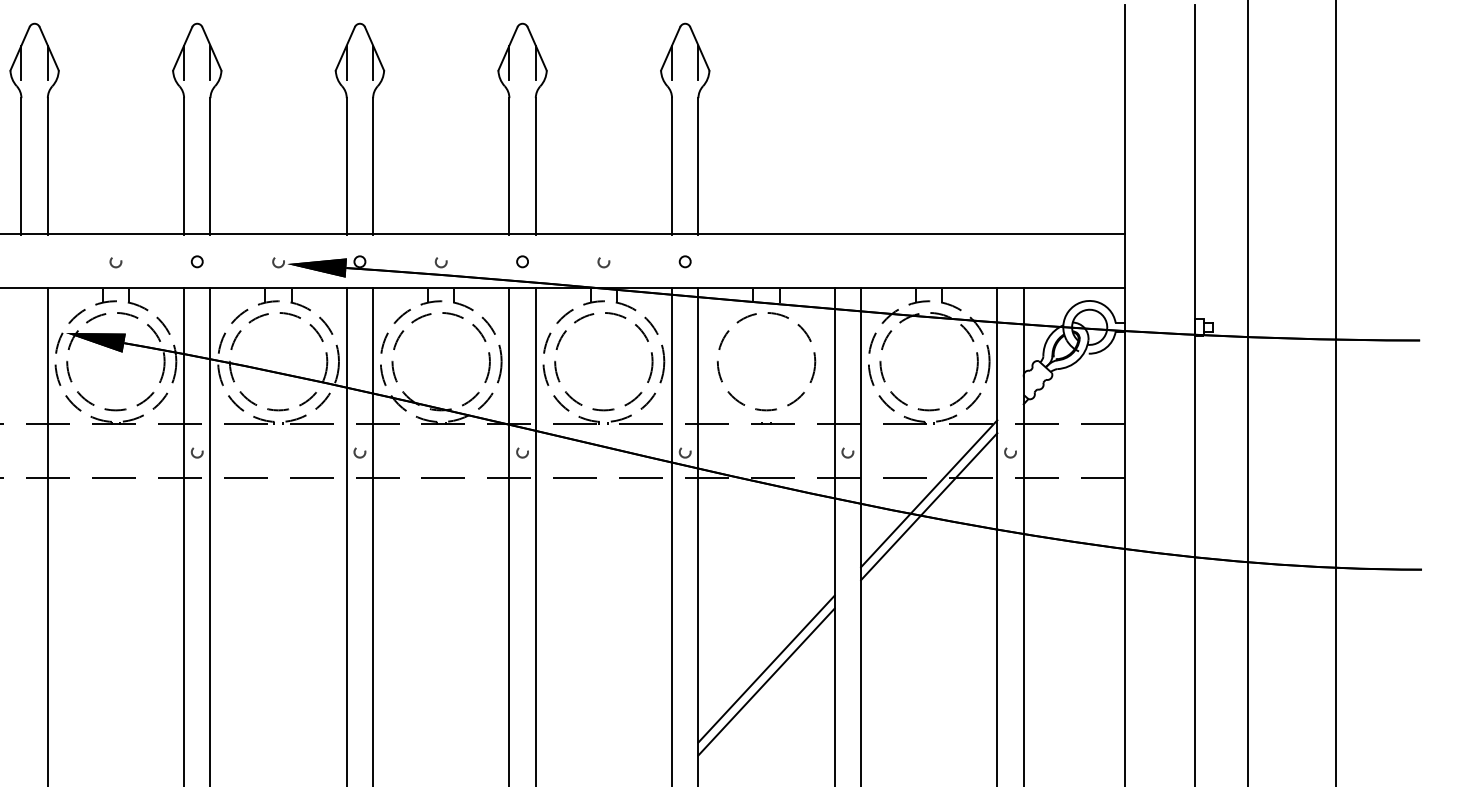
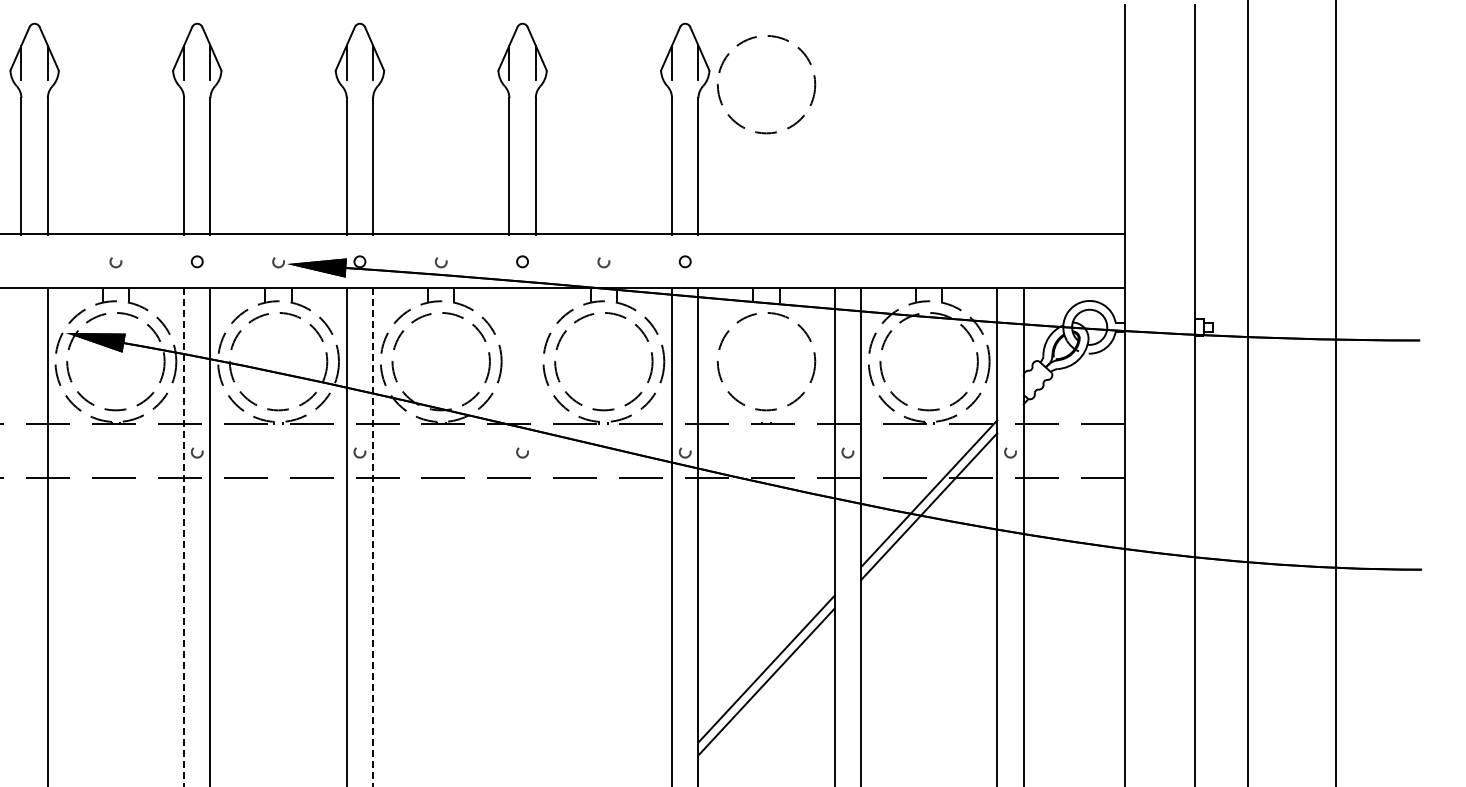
circle at (766, 84): none -> present
line at (509, 535): present -> none
line at (535, 535): present -> none
line at (184, 537): solid -> dashed
line at (373, 537): solid -> dashed
